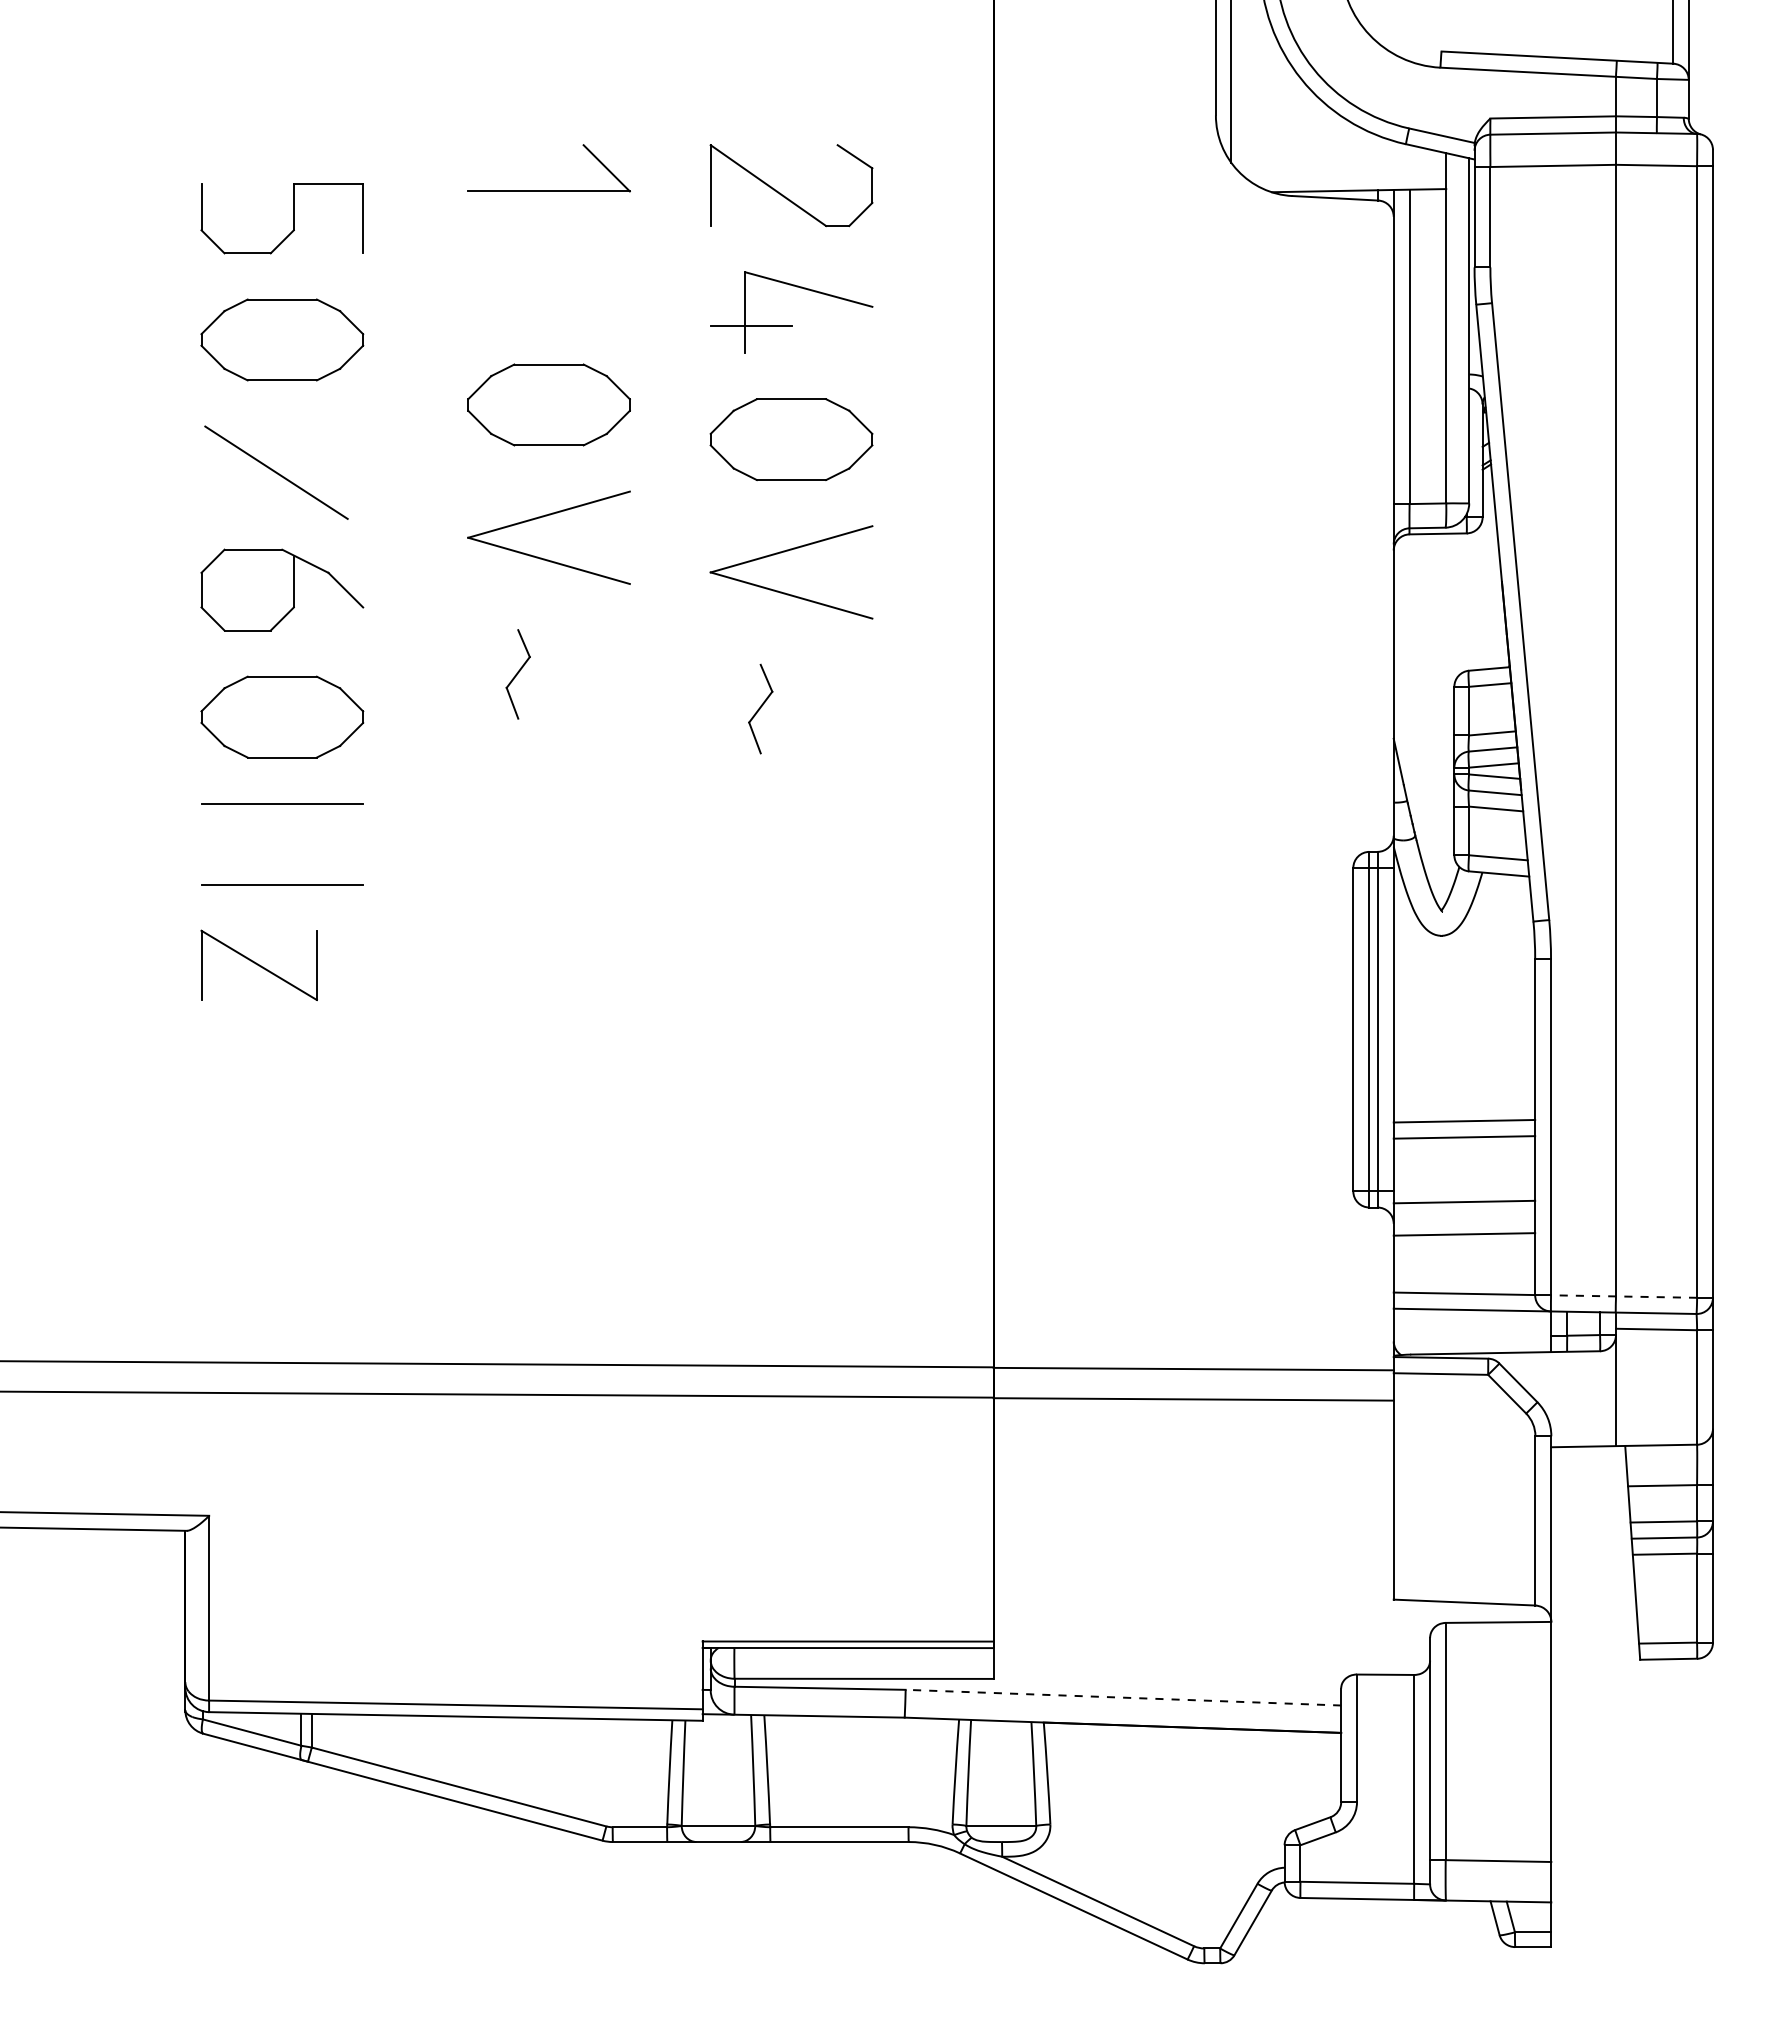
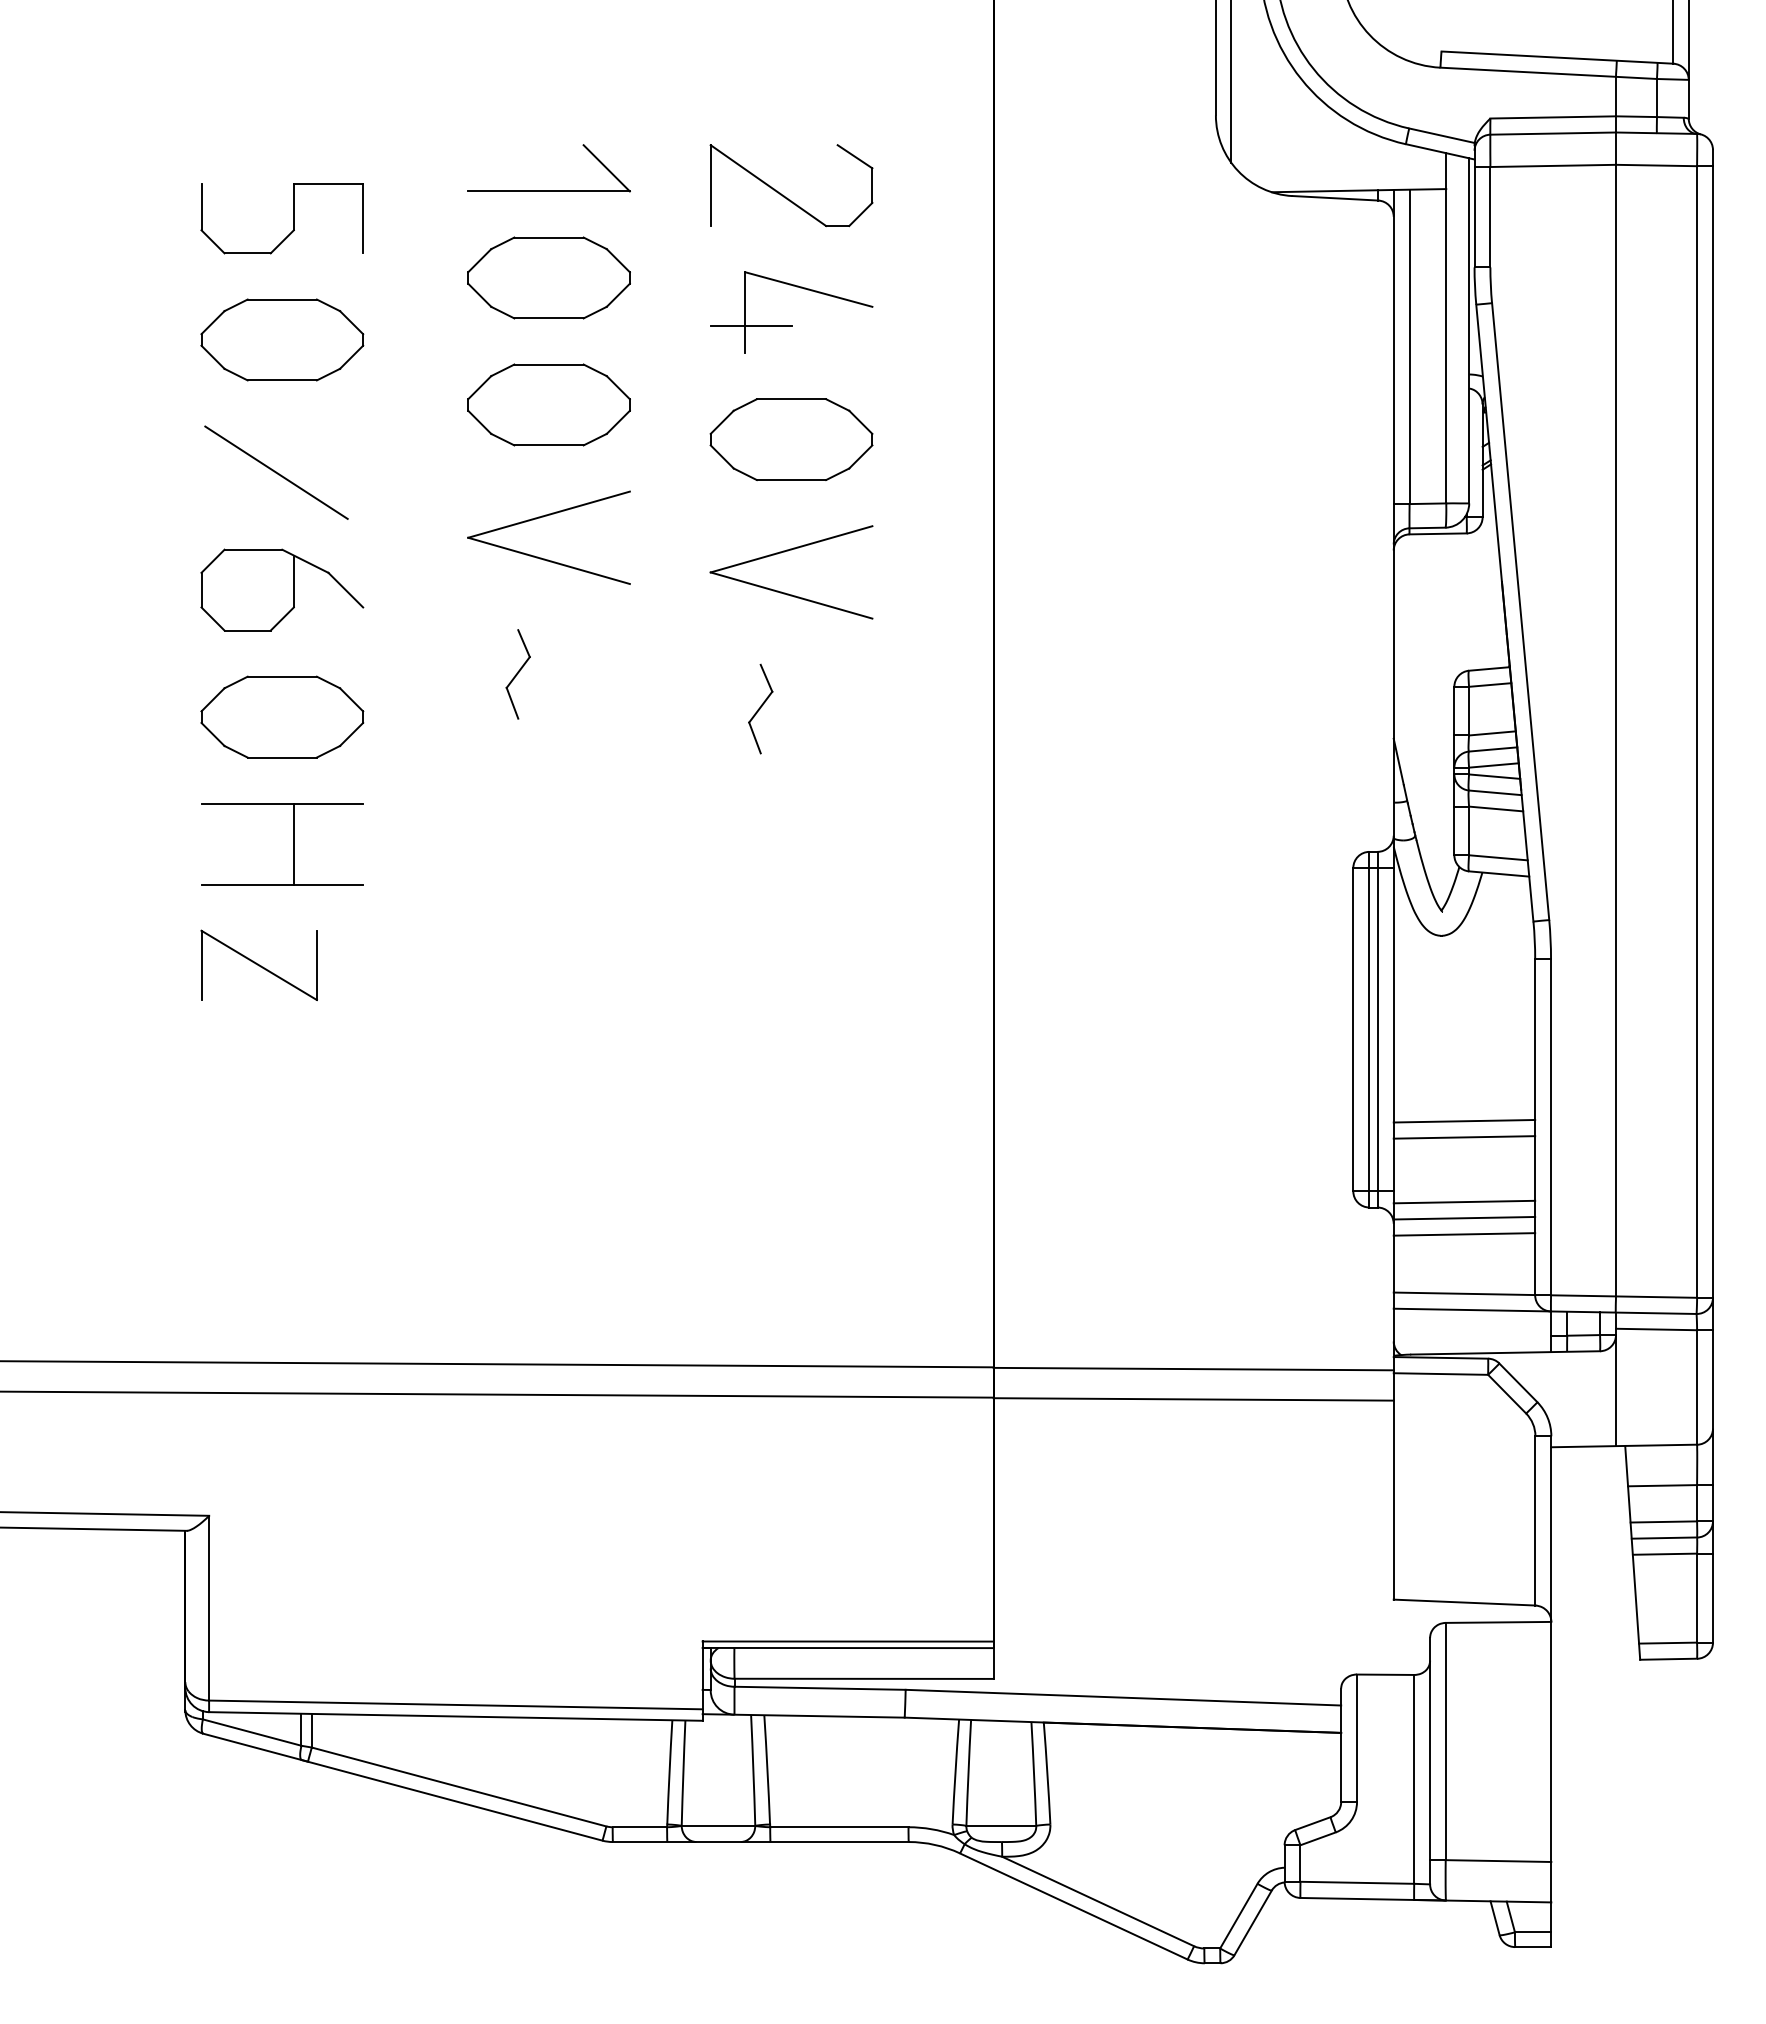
part at (548, 277): none -> present
line at (293, 843): none -> present
line at (1464, 1217): none -> present
line at (1623, 1296): dashed -> solid
line at (1123, 1697): dashed -> solid
